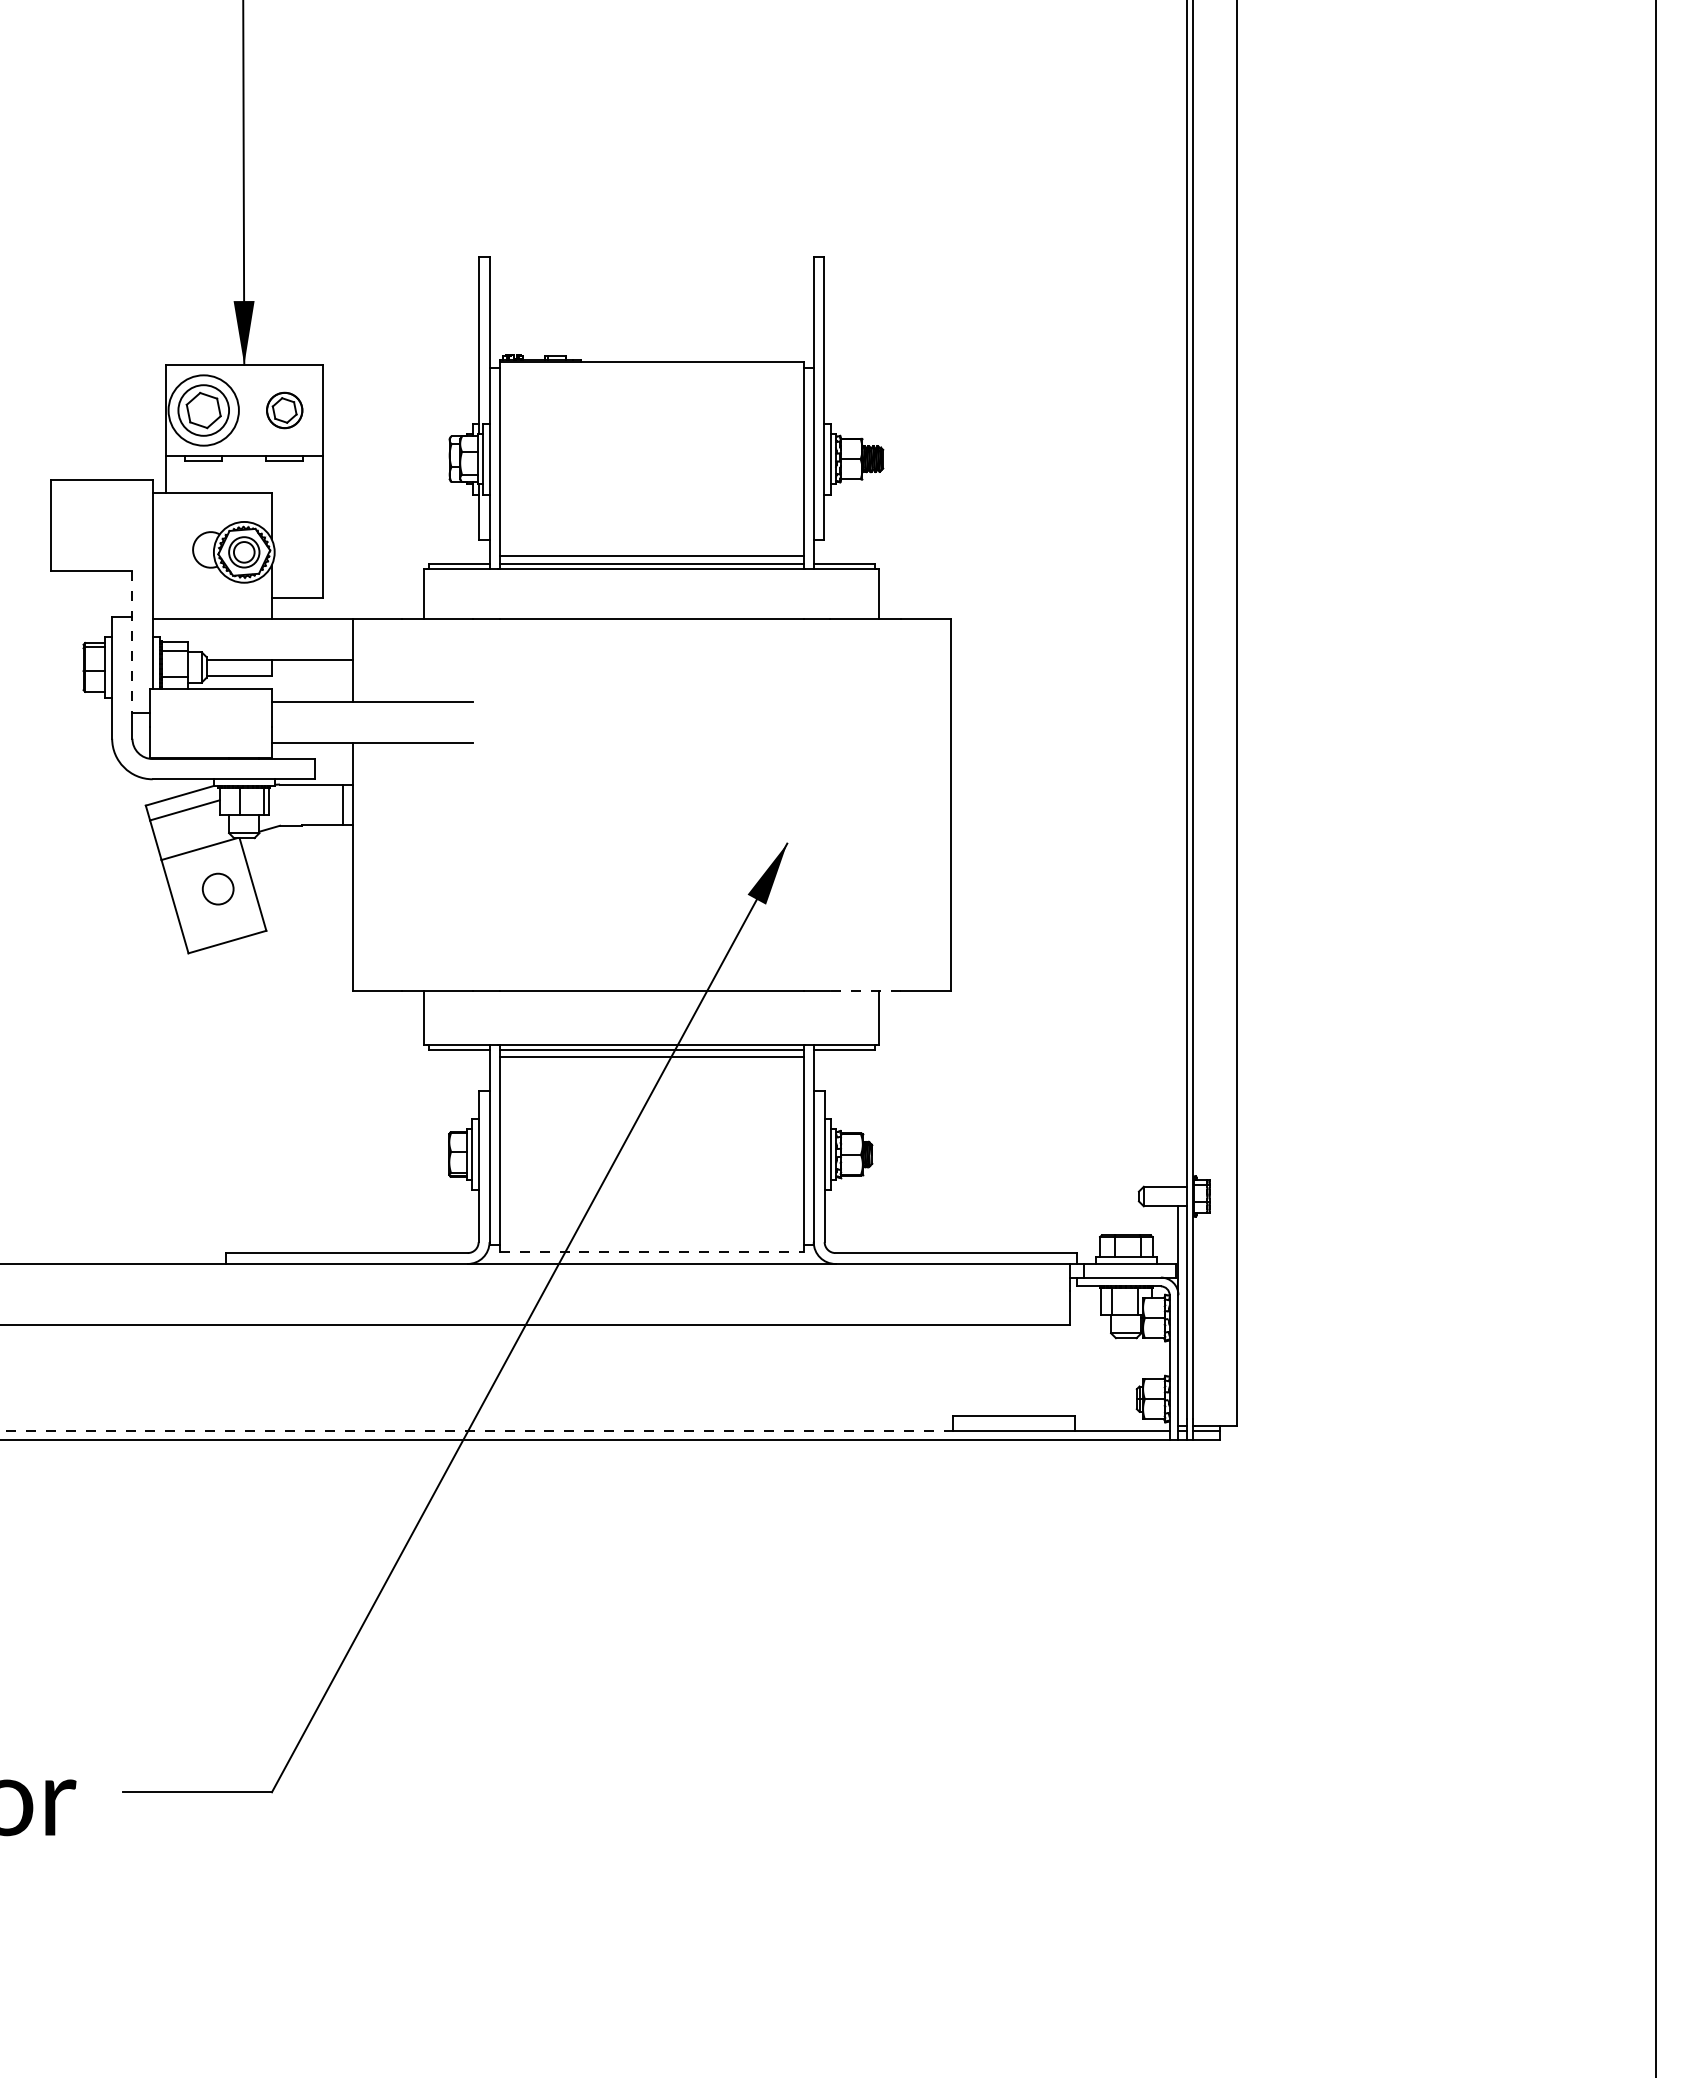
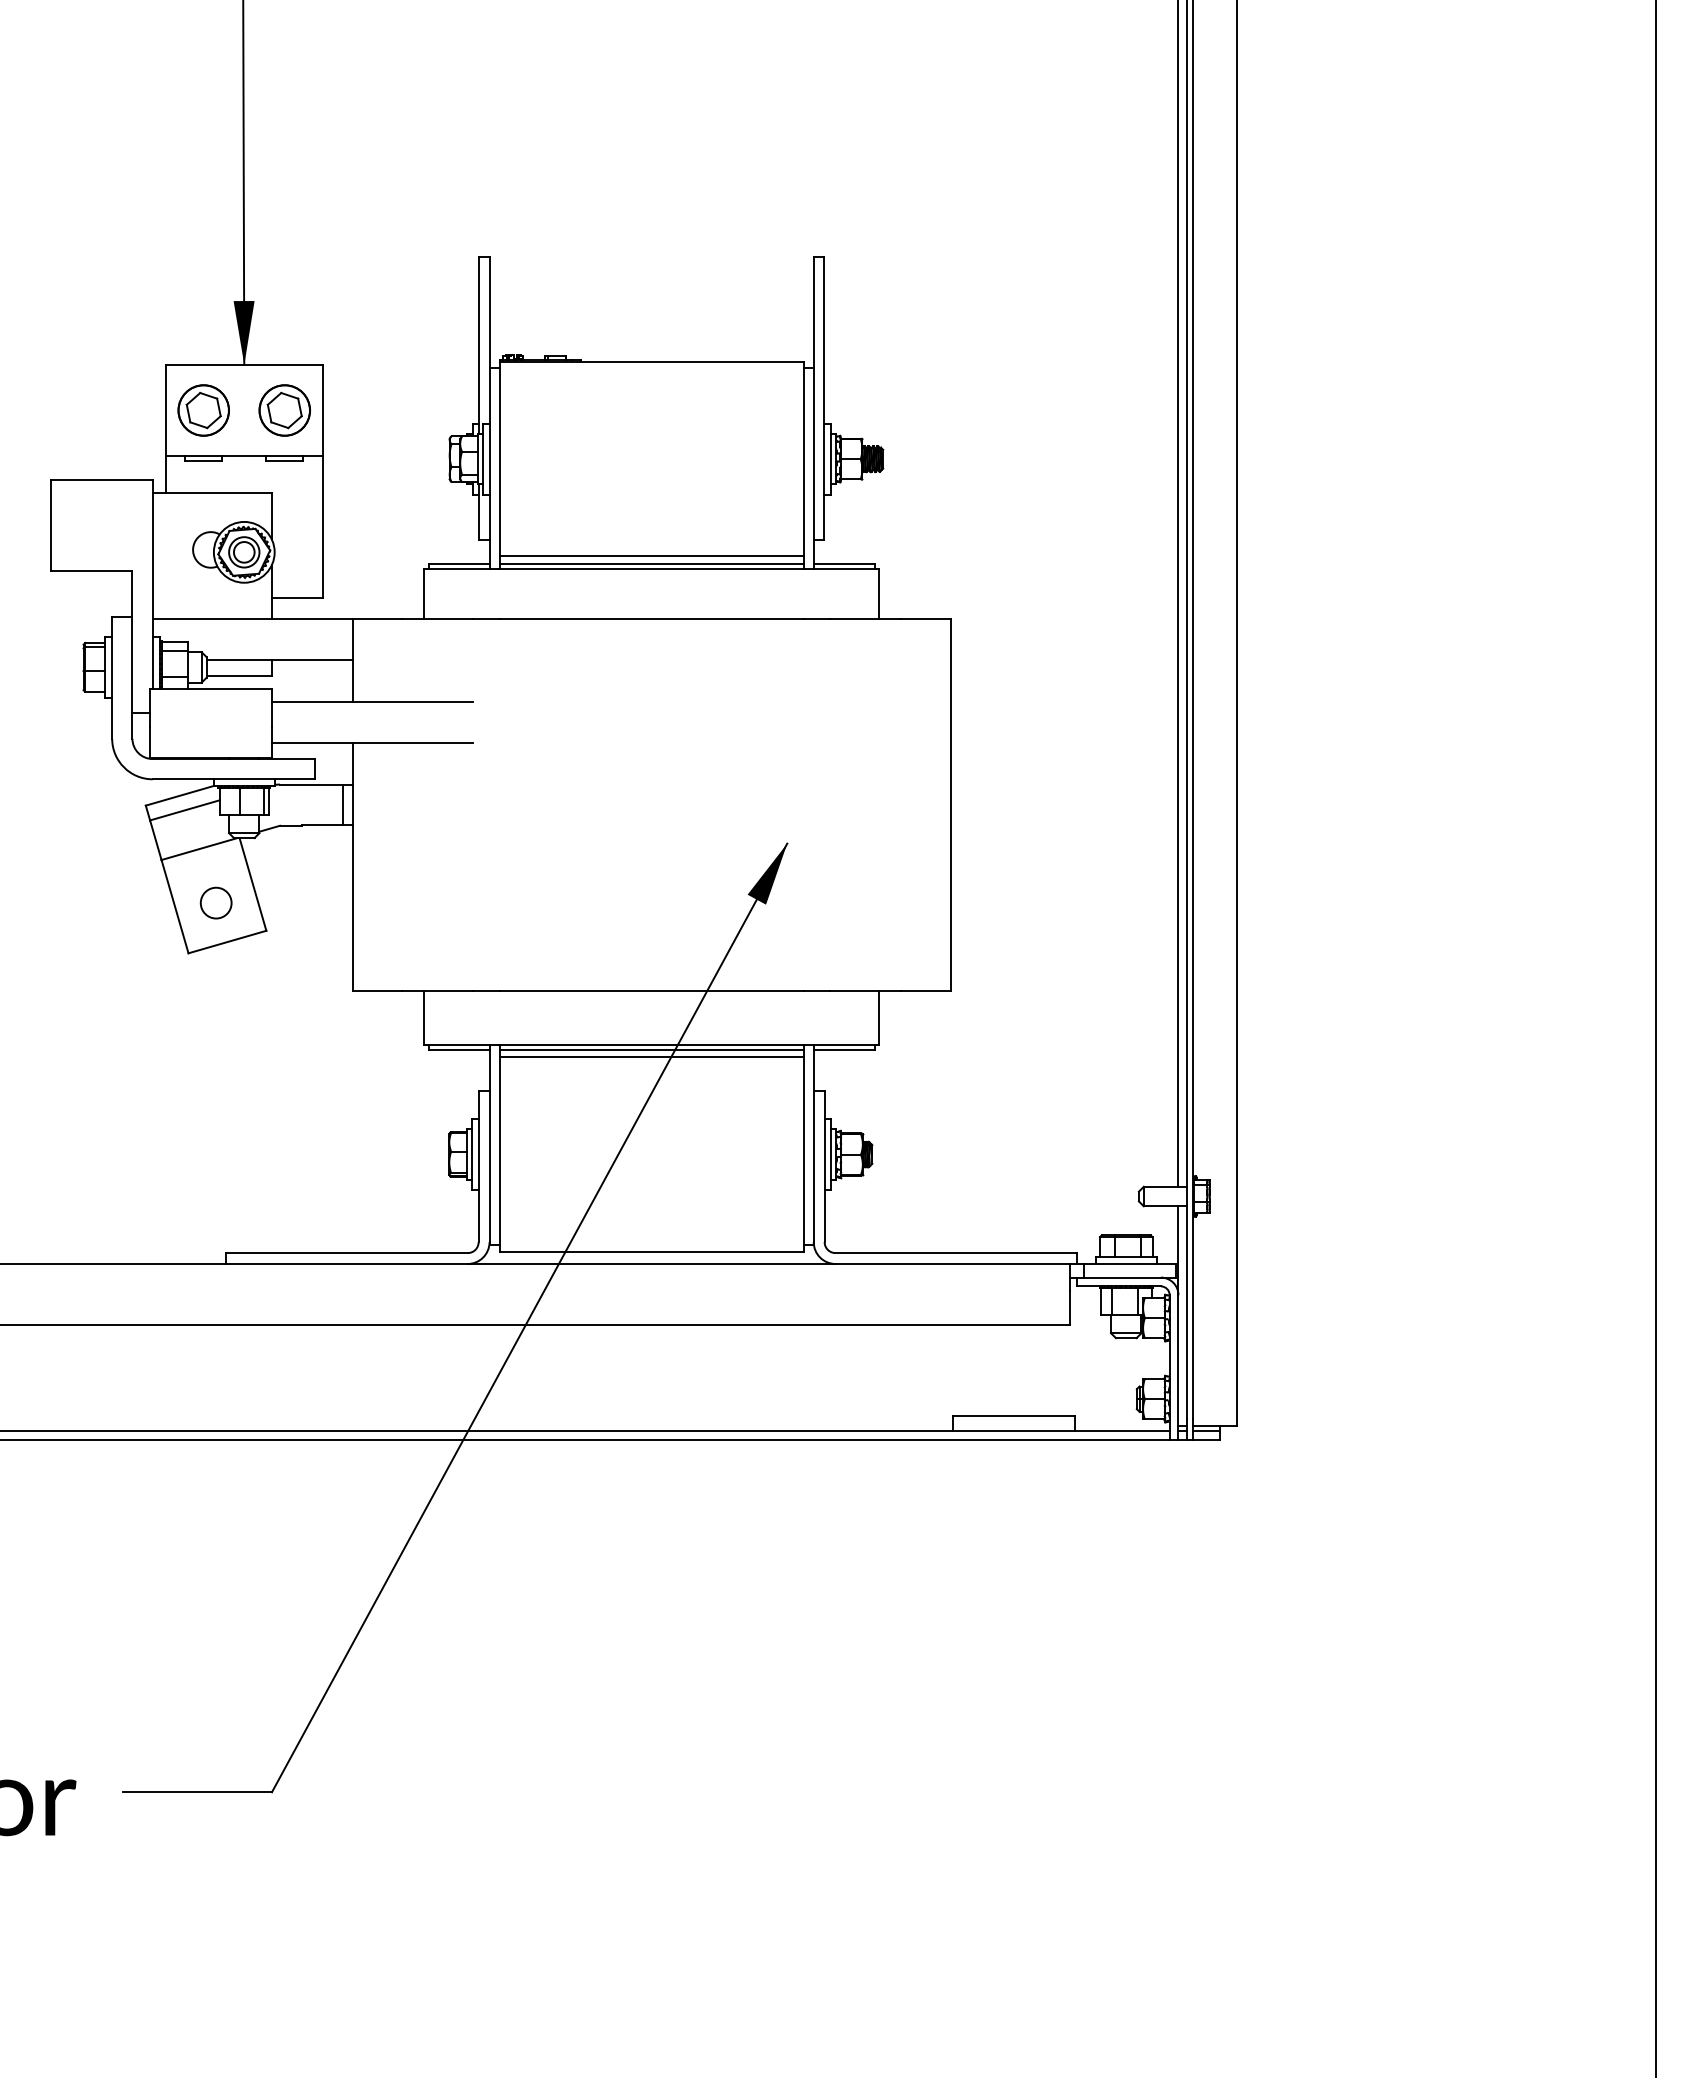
circle at (203, 410) diameter: 70 px -> 50 px
part at (284, 410) size: 38x39 px -> 53x53 px
line at (1178, 594): none -> present
line at (132, 642): dashed -> solid
circle at (217, 888) position: (217, 888) -> (215, 902)
line at (865, 991): dashed -> solid
line at (651, 1251): dashed -> solid
line at (476, 1431): dashed -> solid
